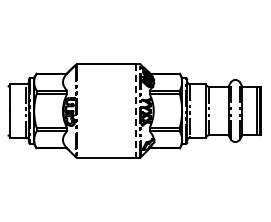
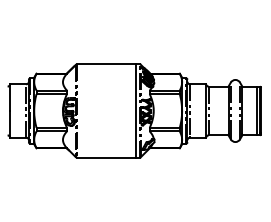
line at (135, 111): dashed -> solid
